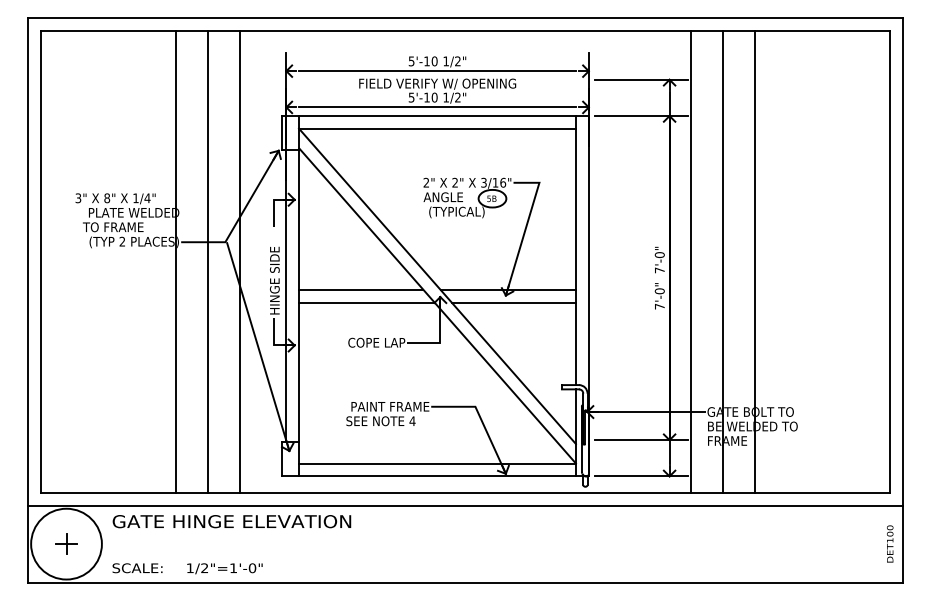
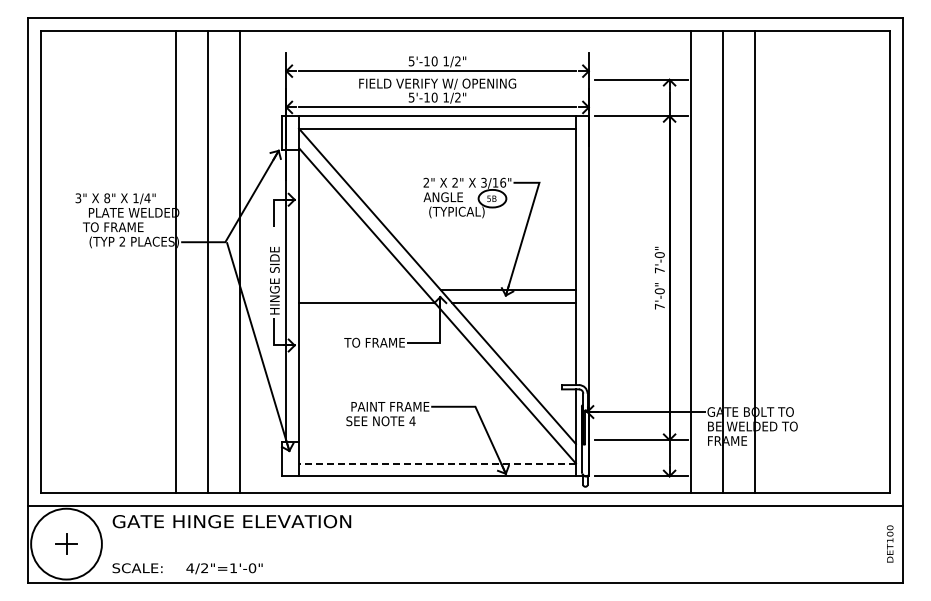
line at (361, 289): present -> none
text at (374, 342): COPE LAP -> TO FRAME
line at (437, 463): solid -> dashed
text at (190, 568): 1/2"=1'-0" -> 4/2"=1'-0"
